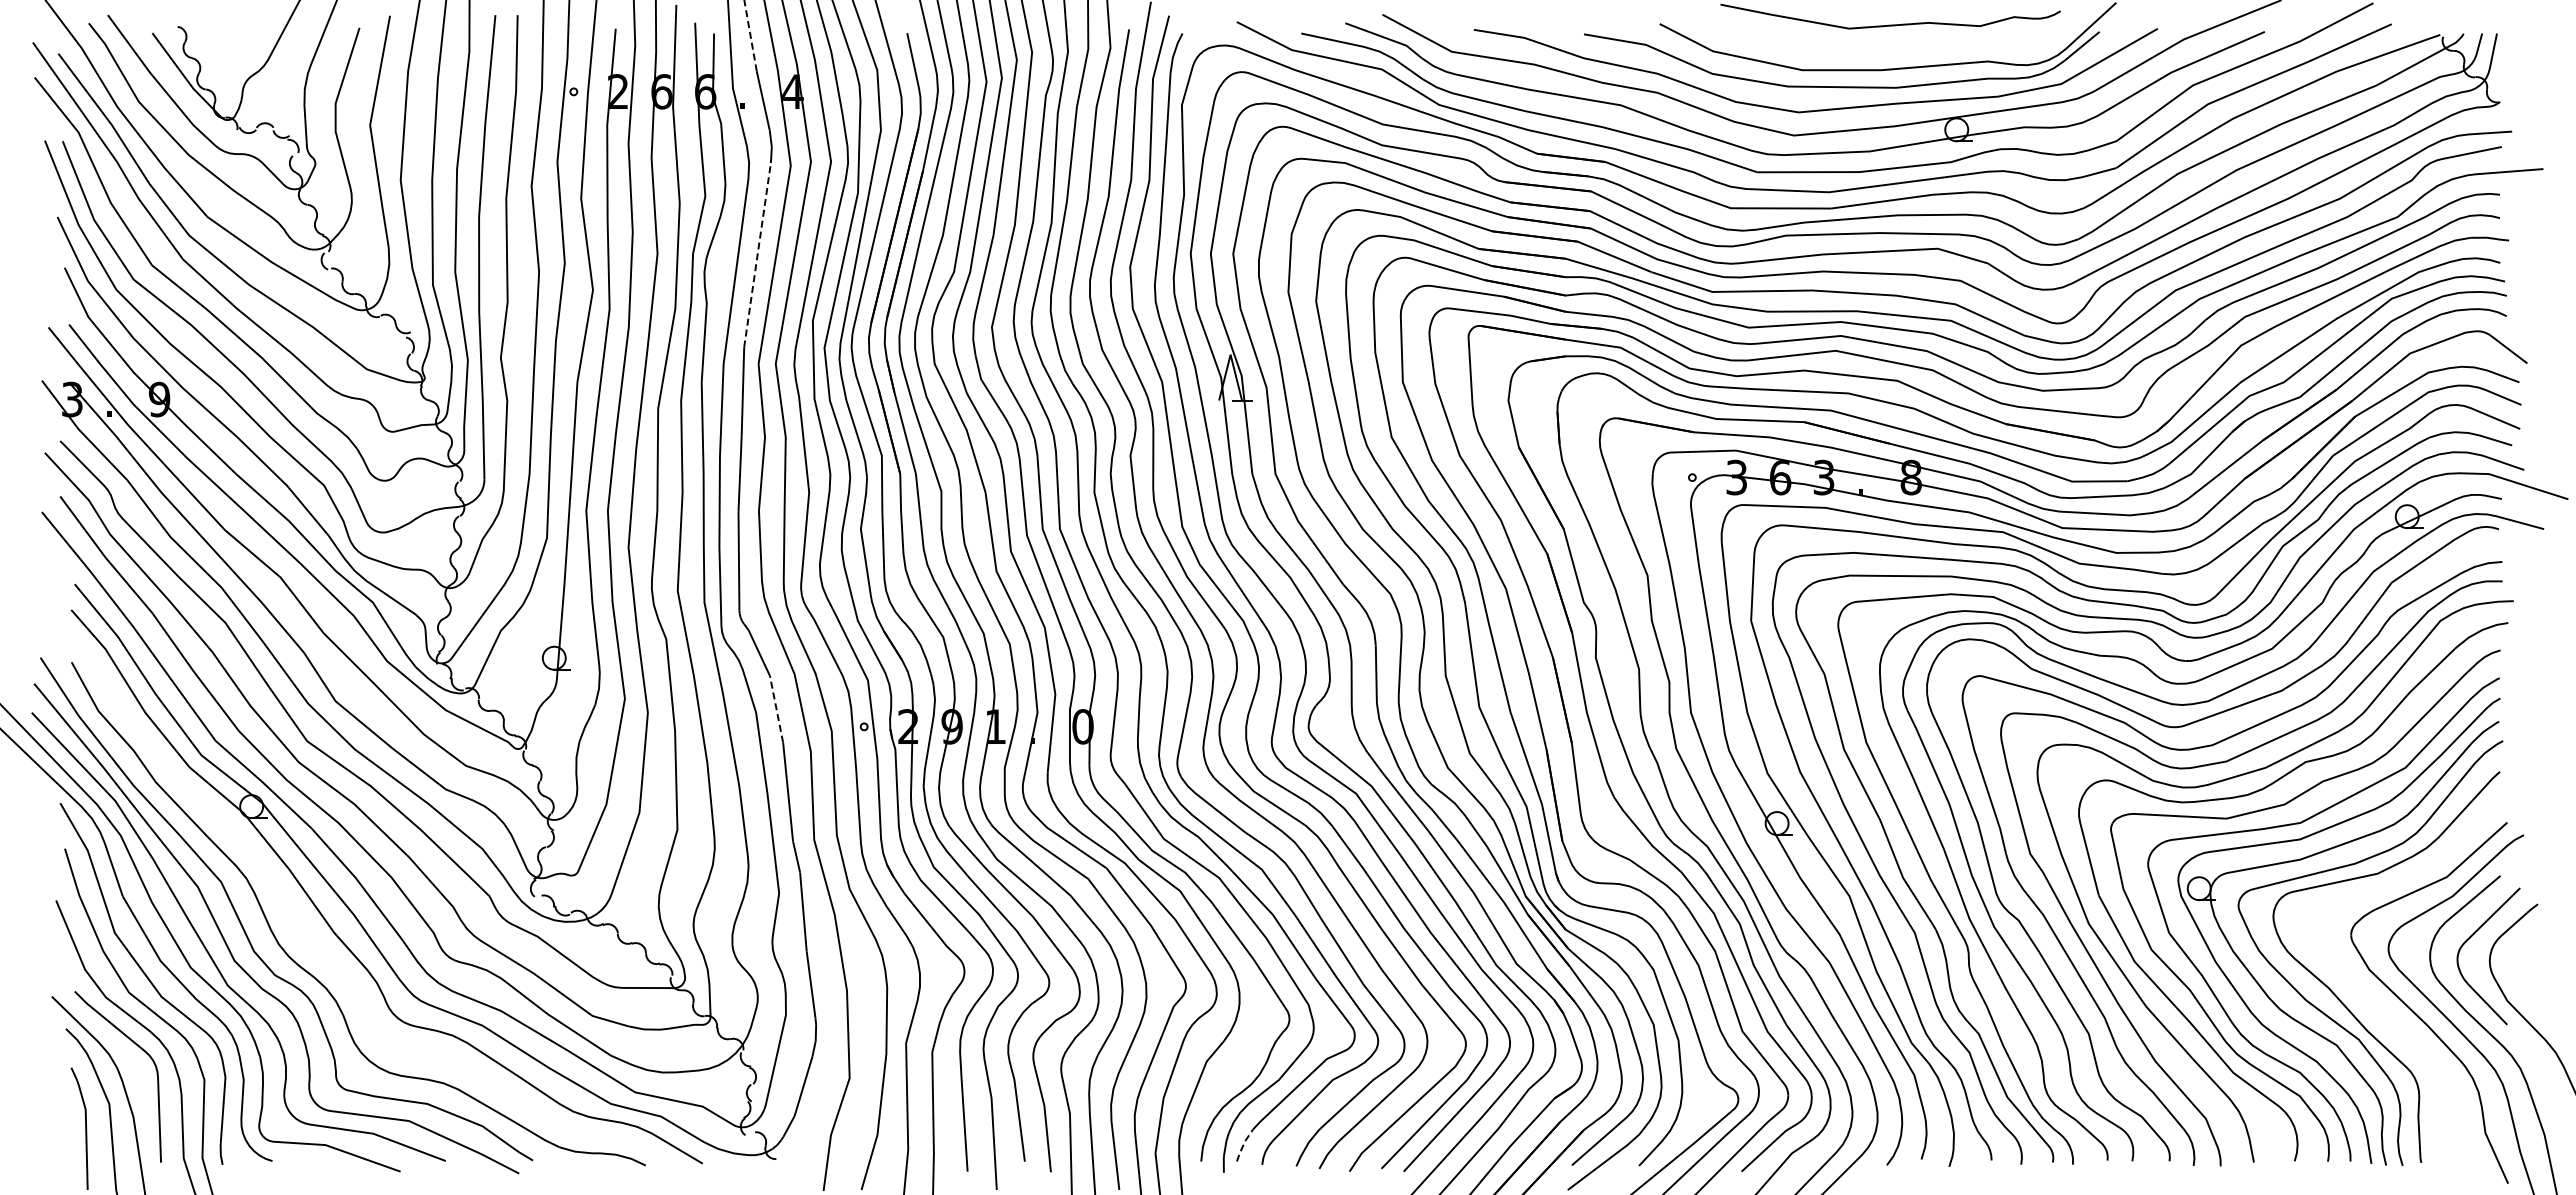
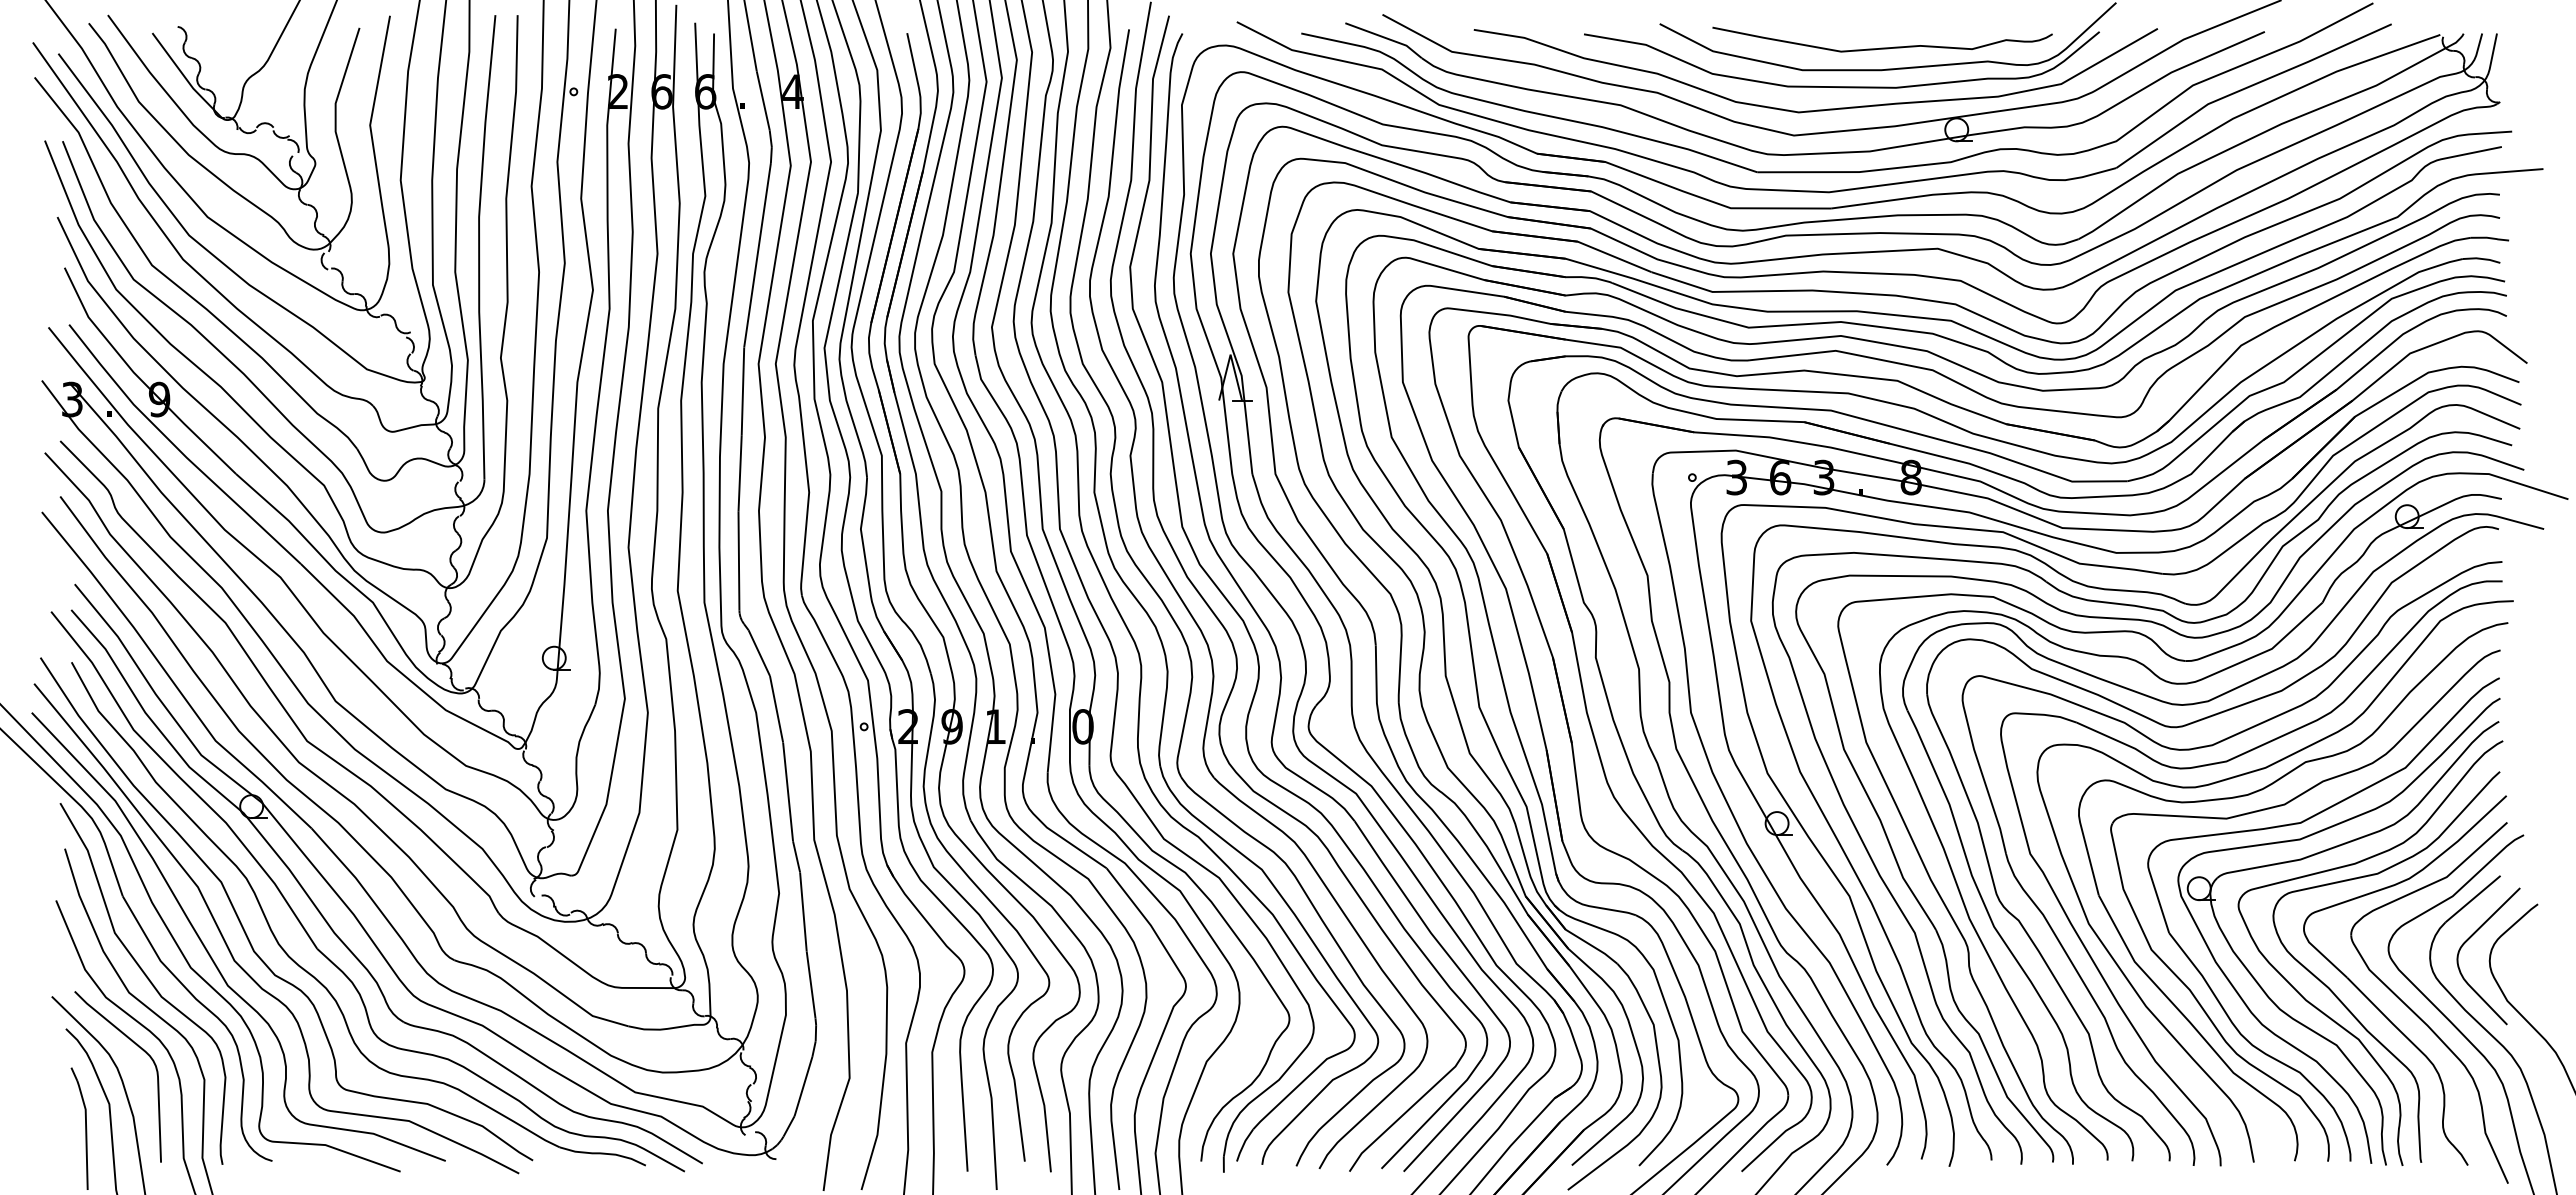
curve at (1890, 24) position: (1890, 24) -> (1882, 47)
line at (750, 35): dashed -> solid
line at (757, 254): dashed -> solid
line at (776, 709): dashed -> solid
part at (307, 931): none -> present
part at (2377, 1006): none -> present
line at (1243, 1144): dashed -> solid
